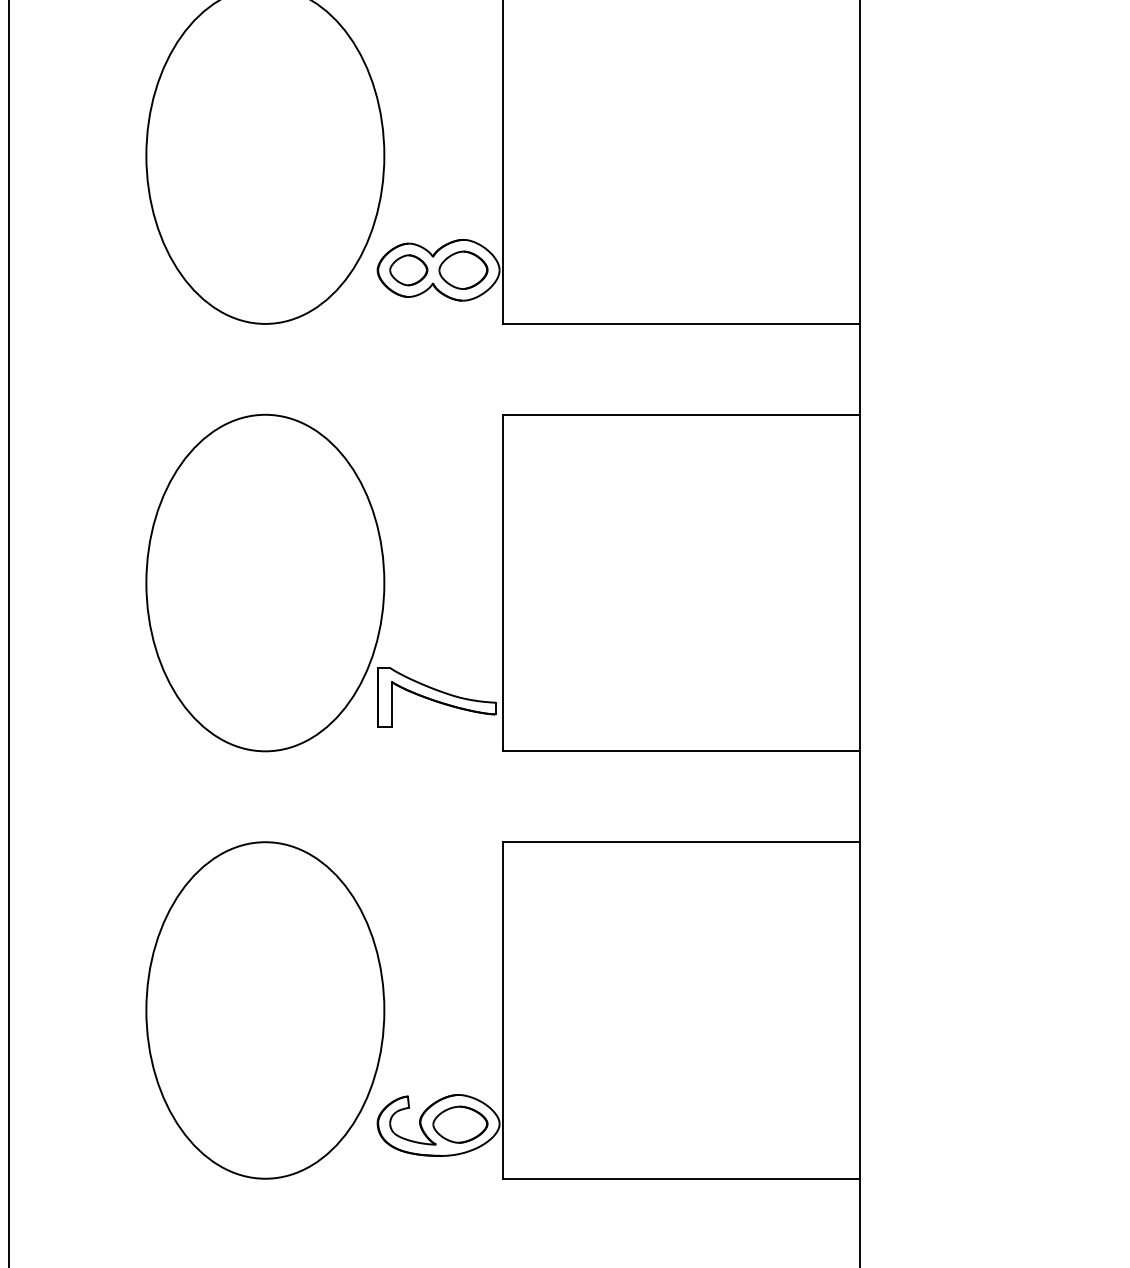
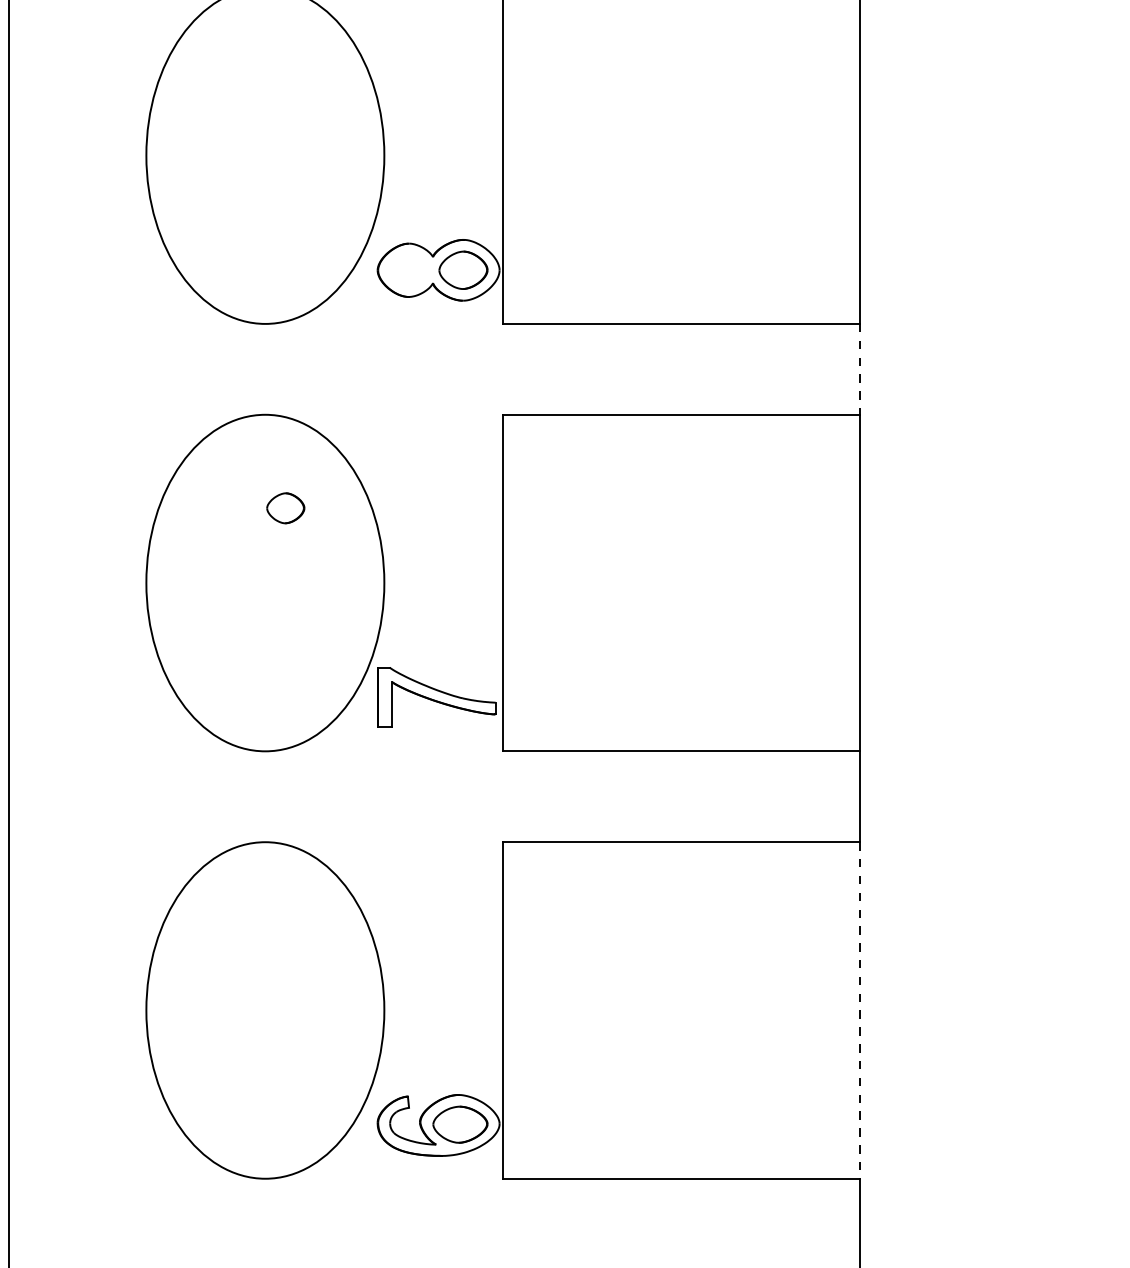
part at (408, 270) position: (408, 270) -> (285, 508)
line at (860, 369): solid -> dashed
line at (860, 1010): solid -> dashed
